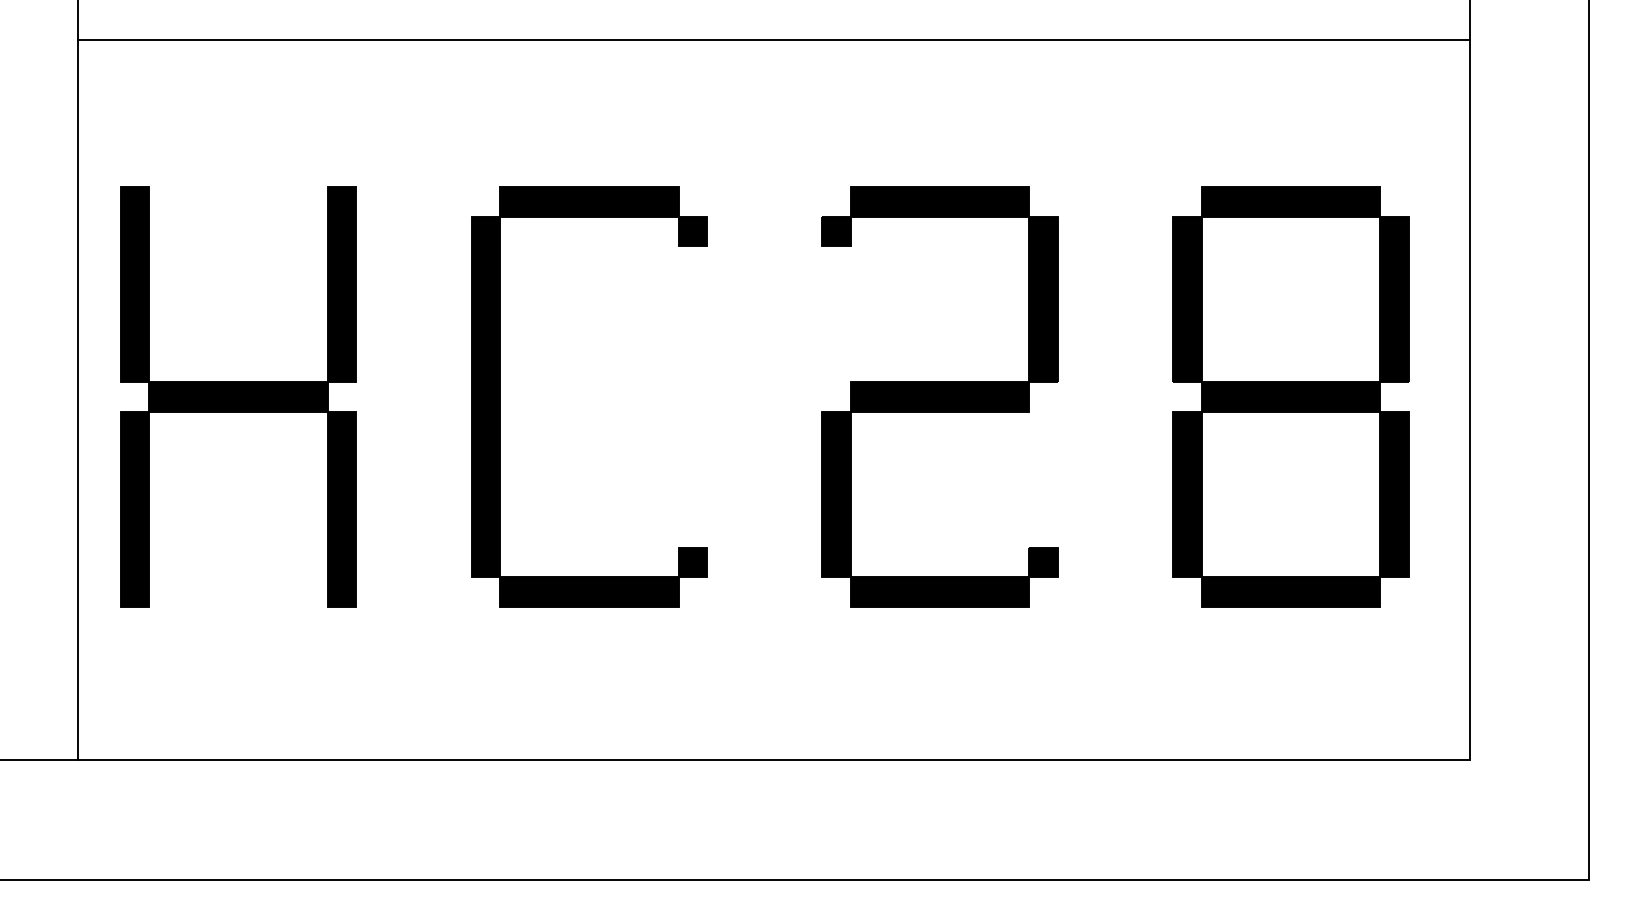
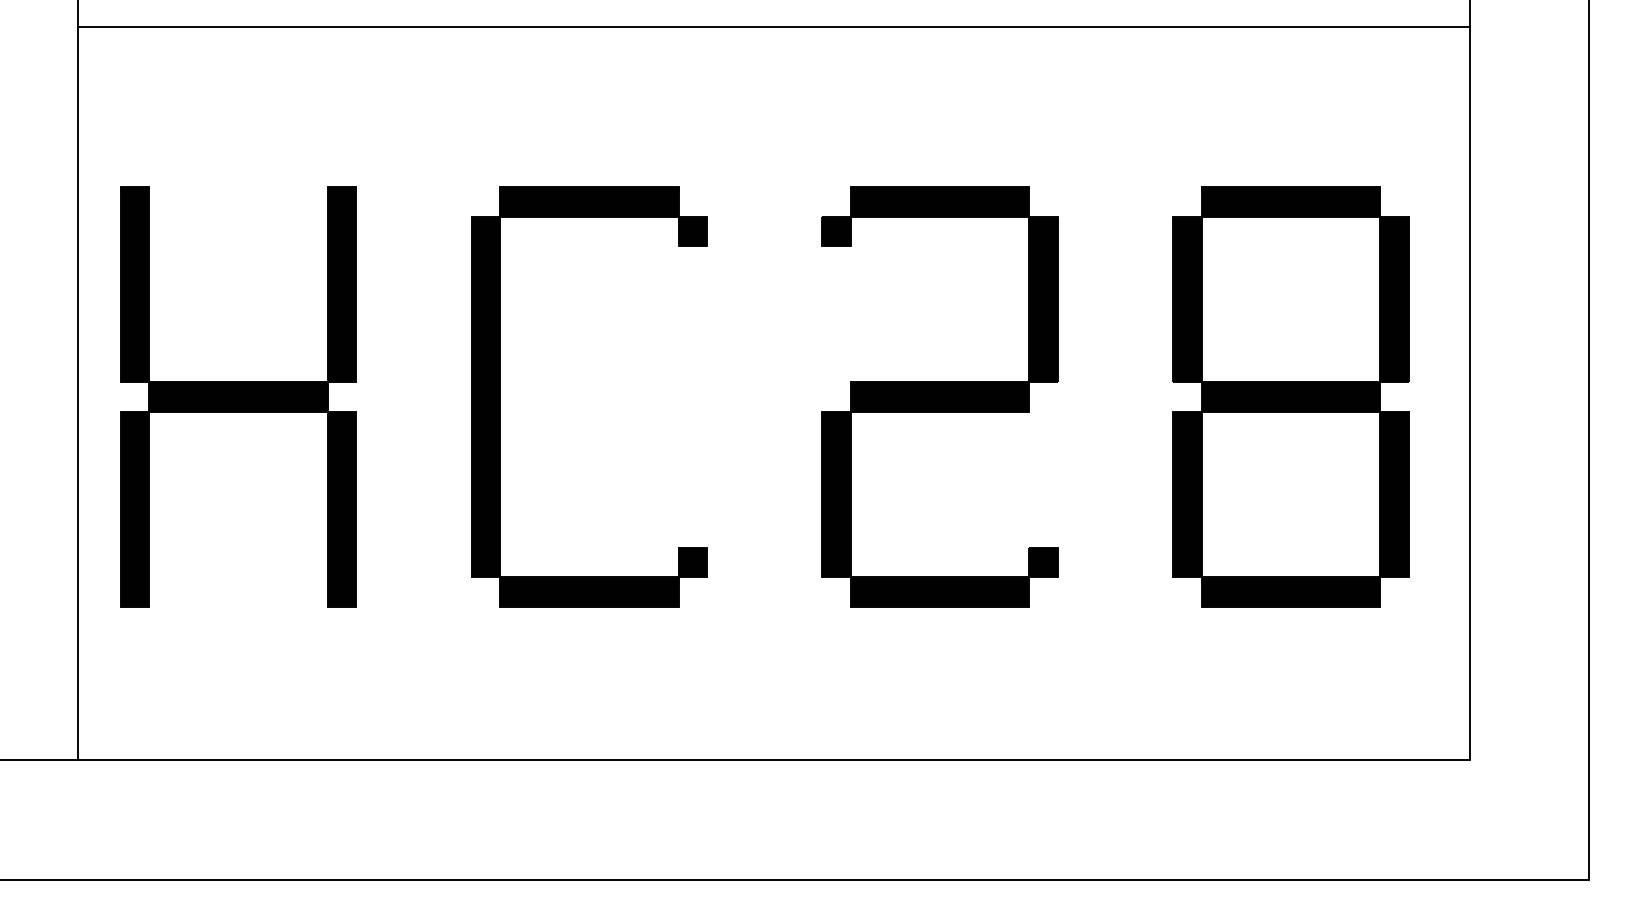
line at (773, 40) position: (773, 40) -> (773, 27)
